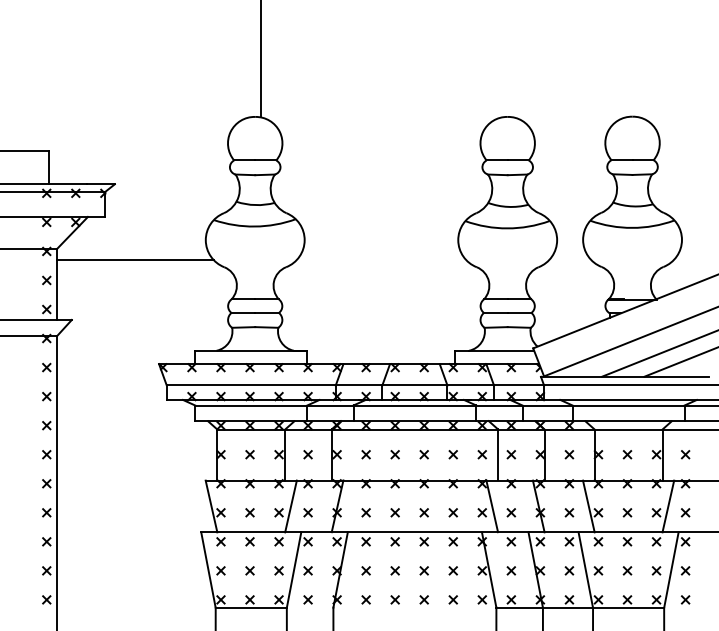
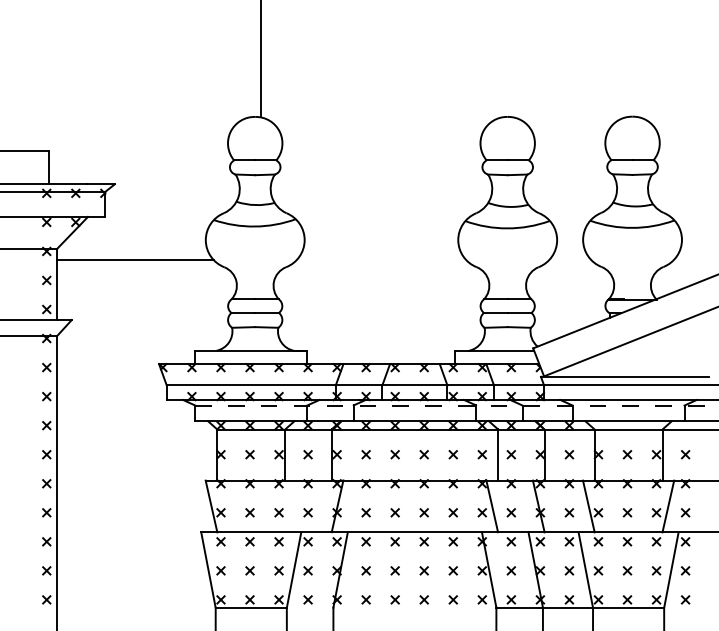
line at (658, 353): present -> none
line at (679, 362): present -> none
line at (457, 405): solid -> dashed
line at (290, 506): present -> none
